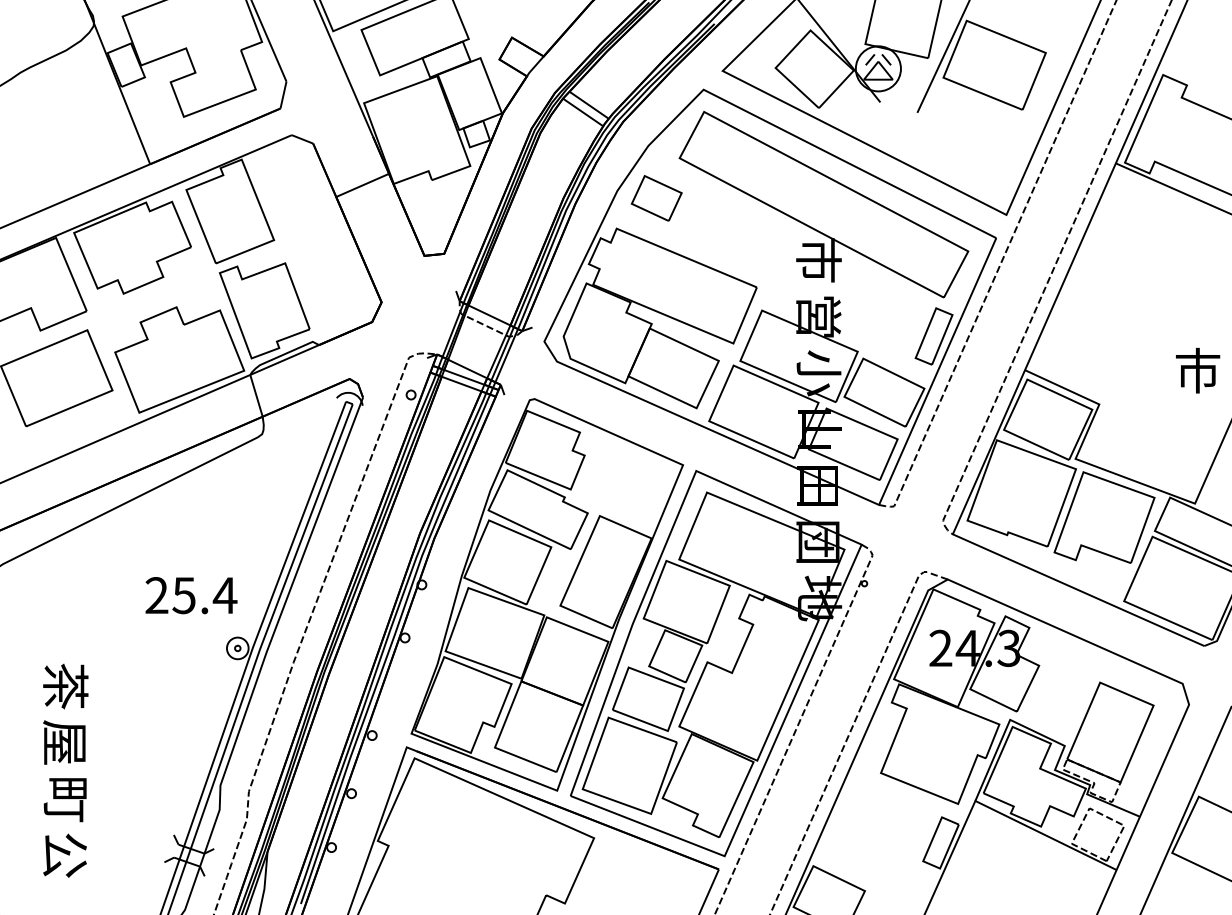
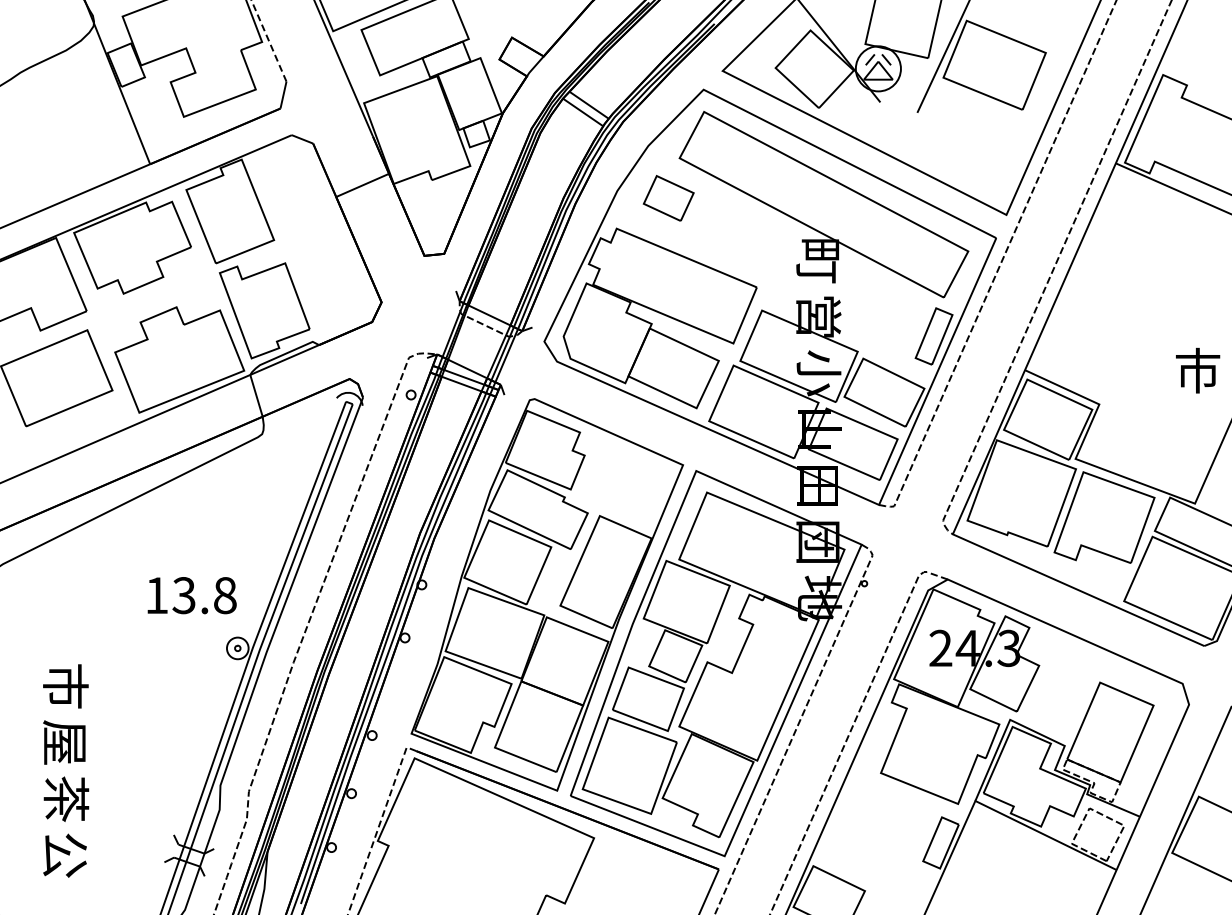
line at (268, 40): solid -> dashed
part at (656, 198) position: (656, 198) -> (668, 198)
text at (818, 260): 市 -> 町
text at (191, 595): 25.4 -> 13.8
text at (65, 686): 茶 -> 市
text at (66, 799): 町 -> 茶
line at (379, 825): solid -> dashed
